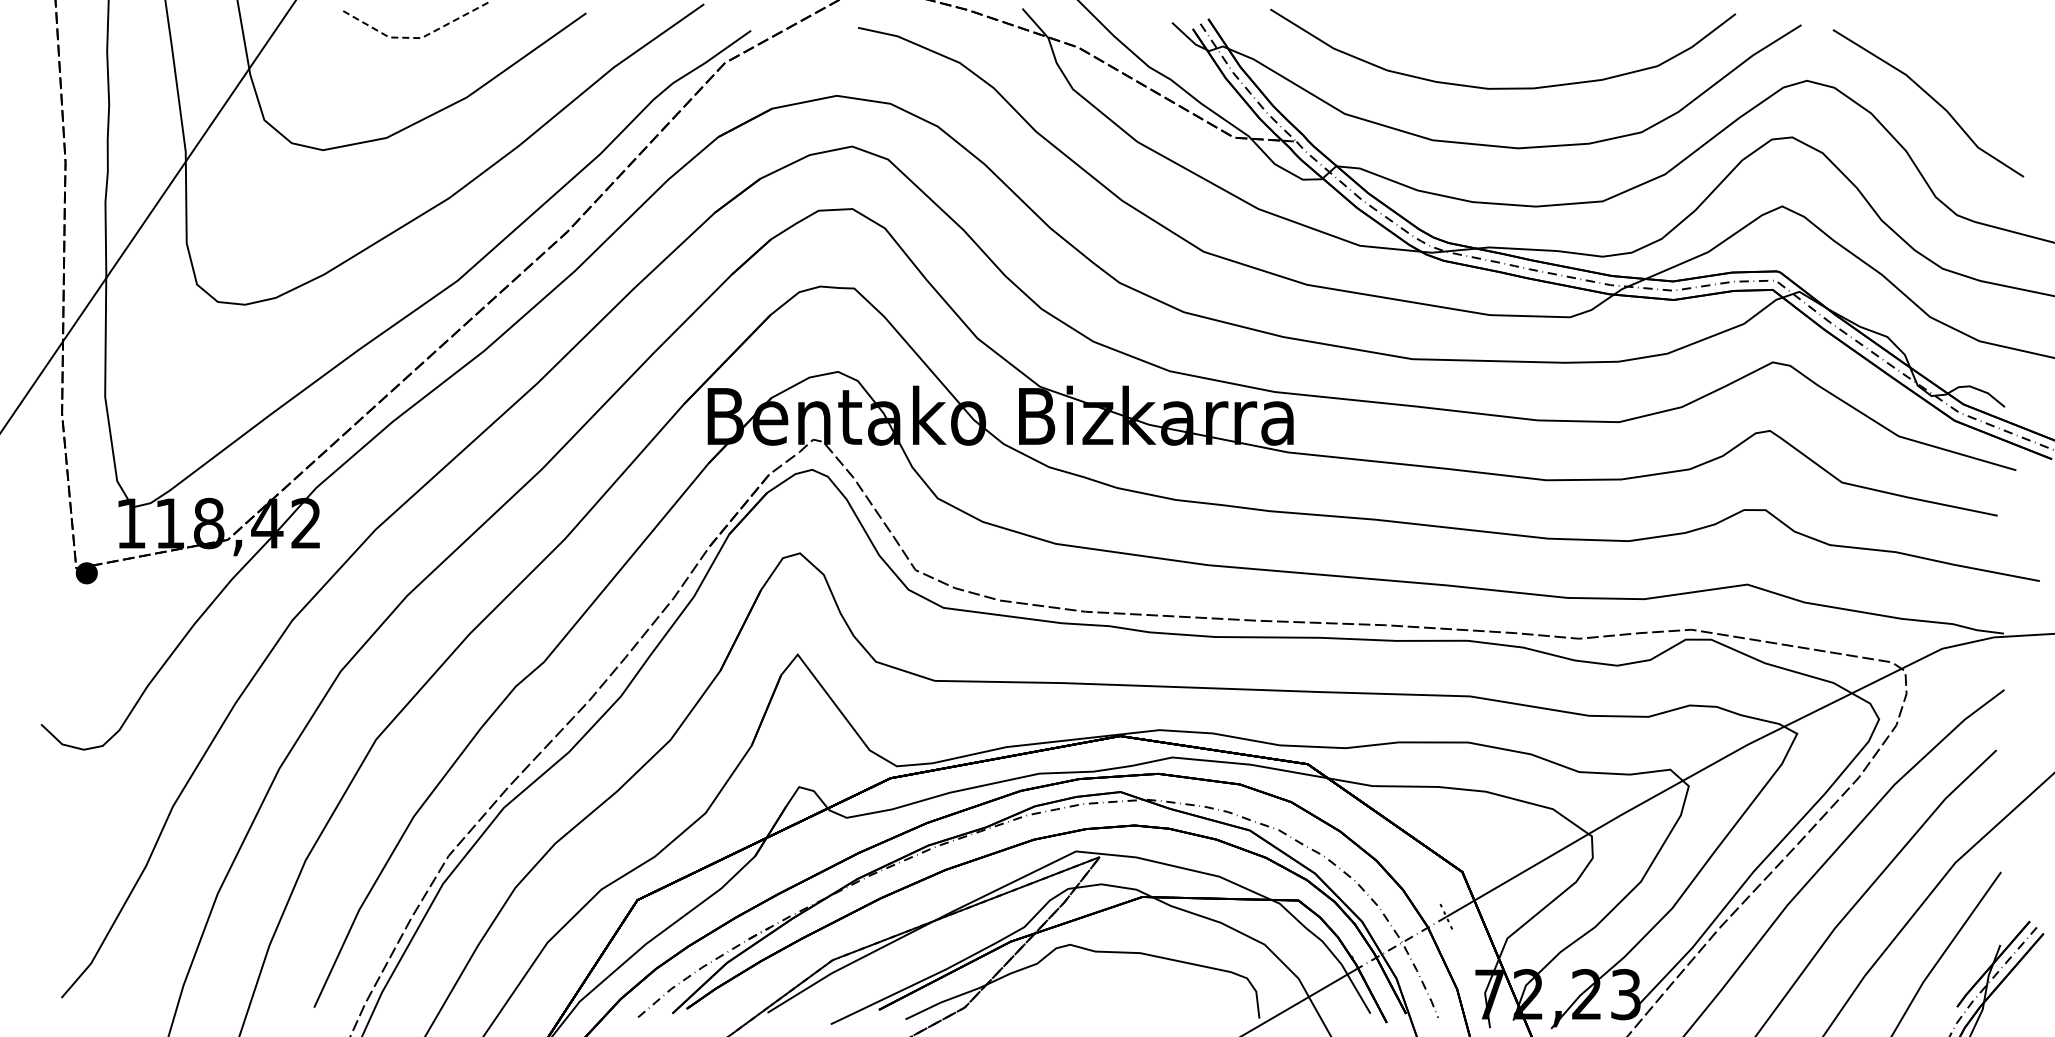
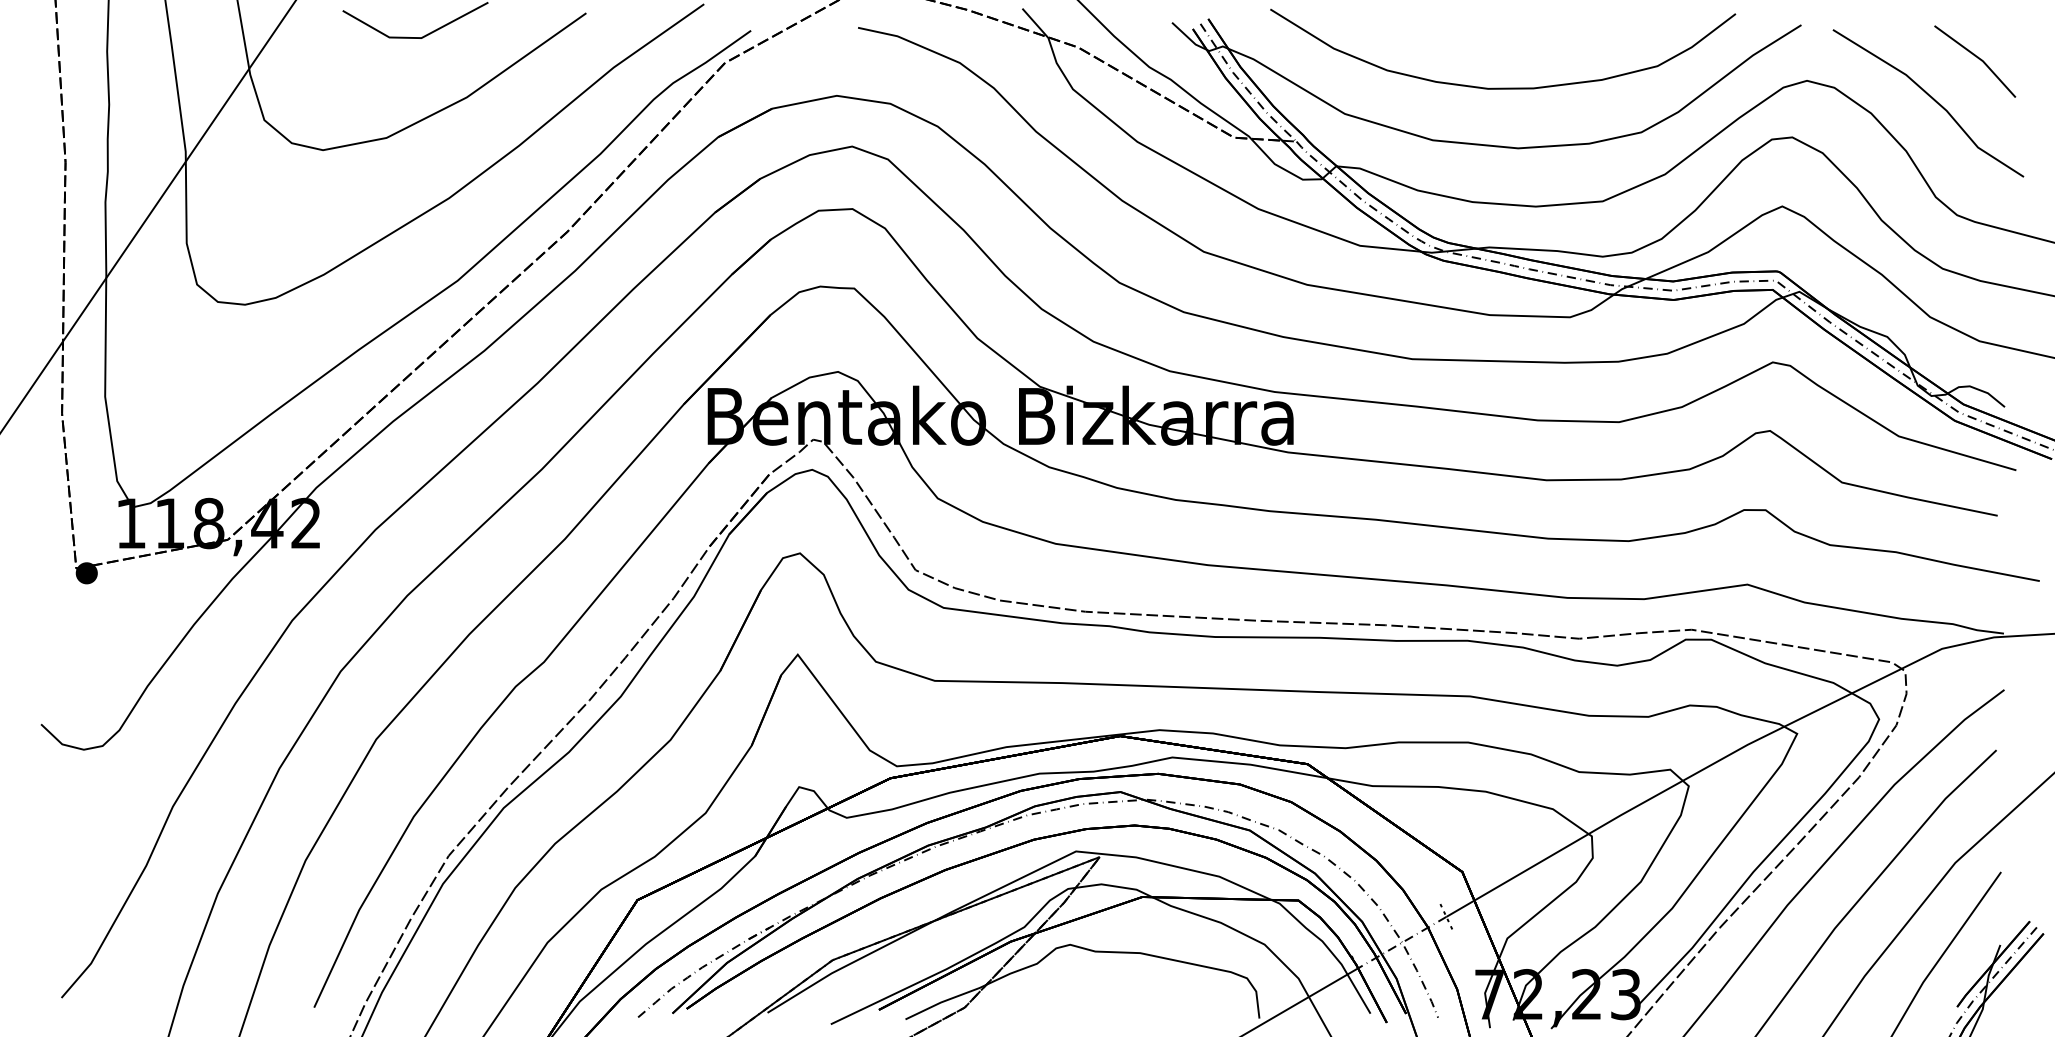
line at (415, 38): dashed -> solid
line at (1977, 58): none -> present
